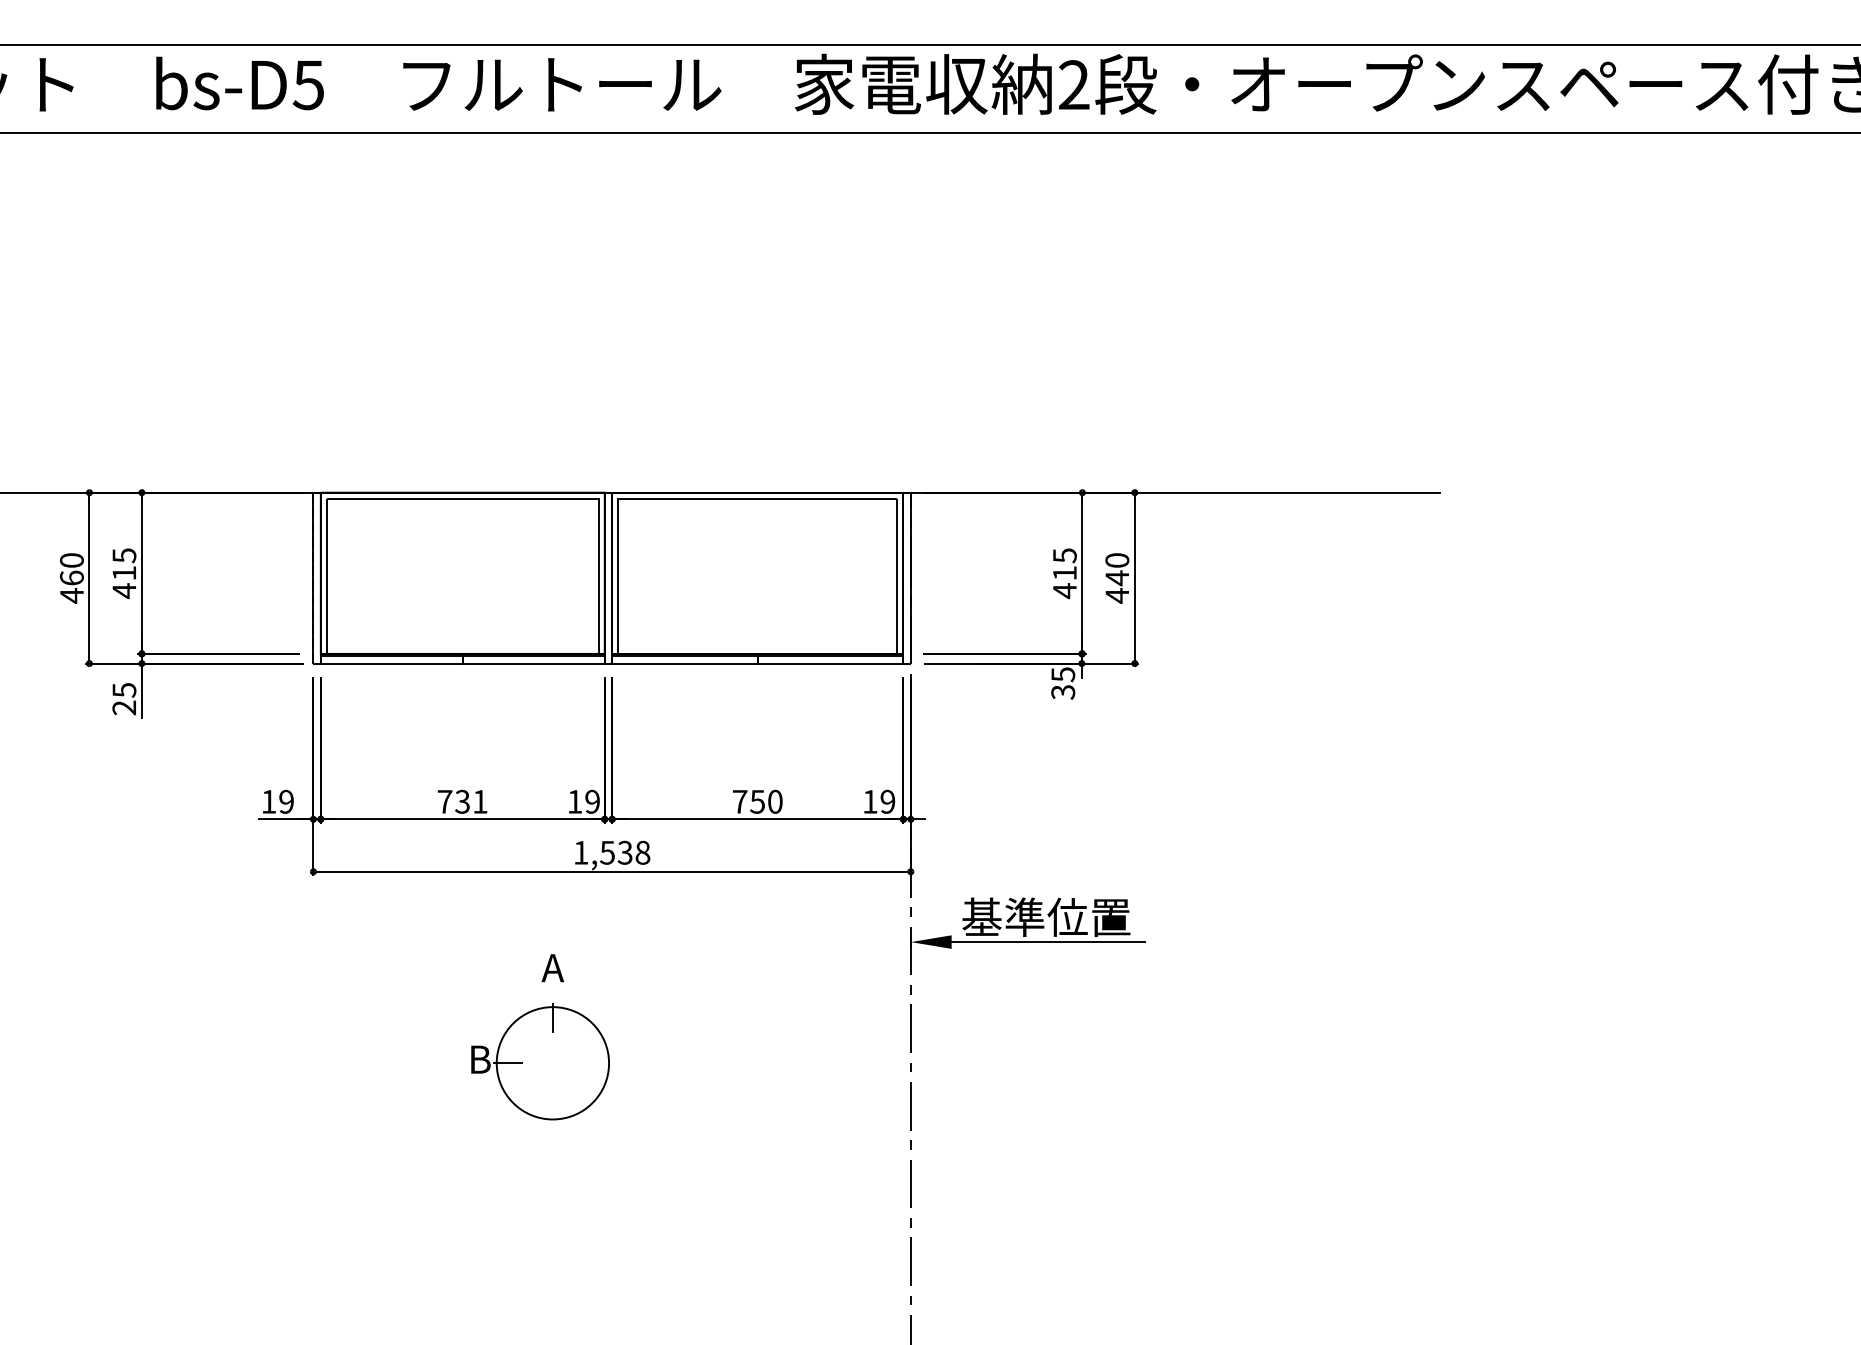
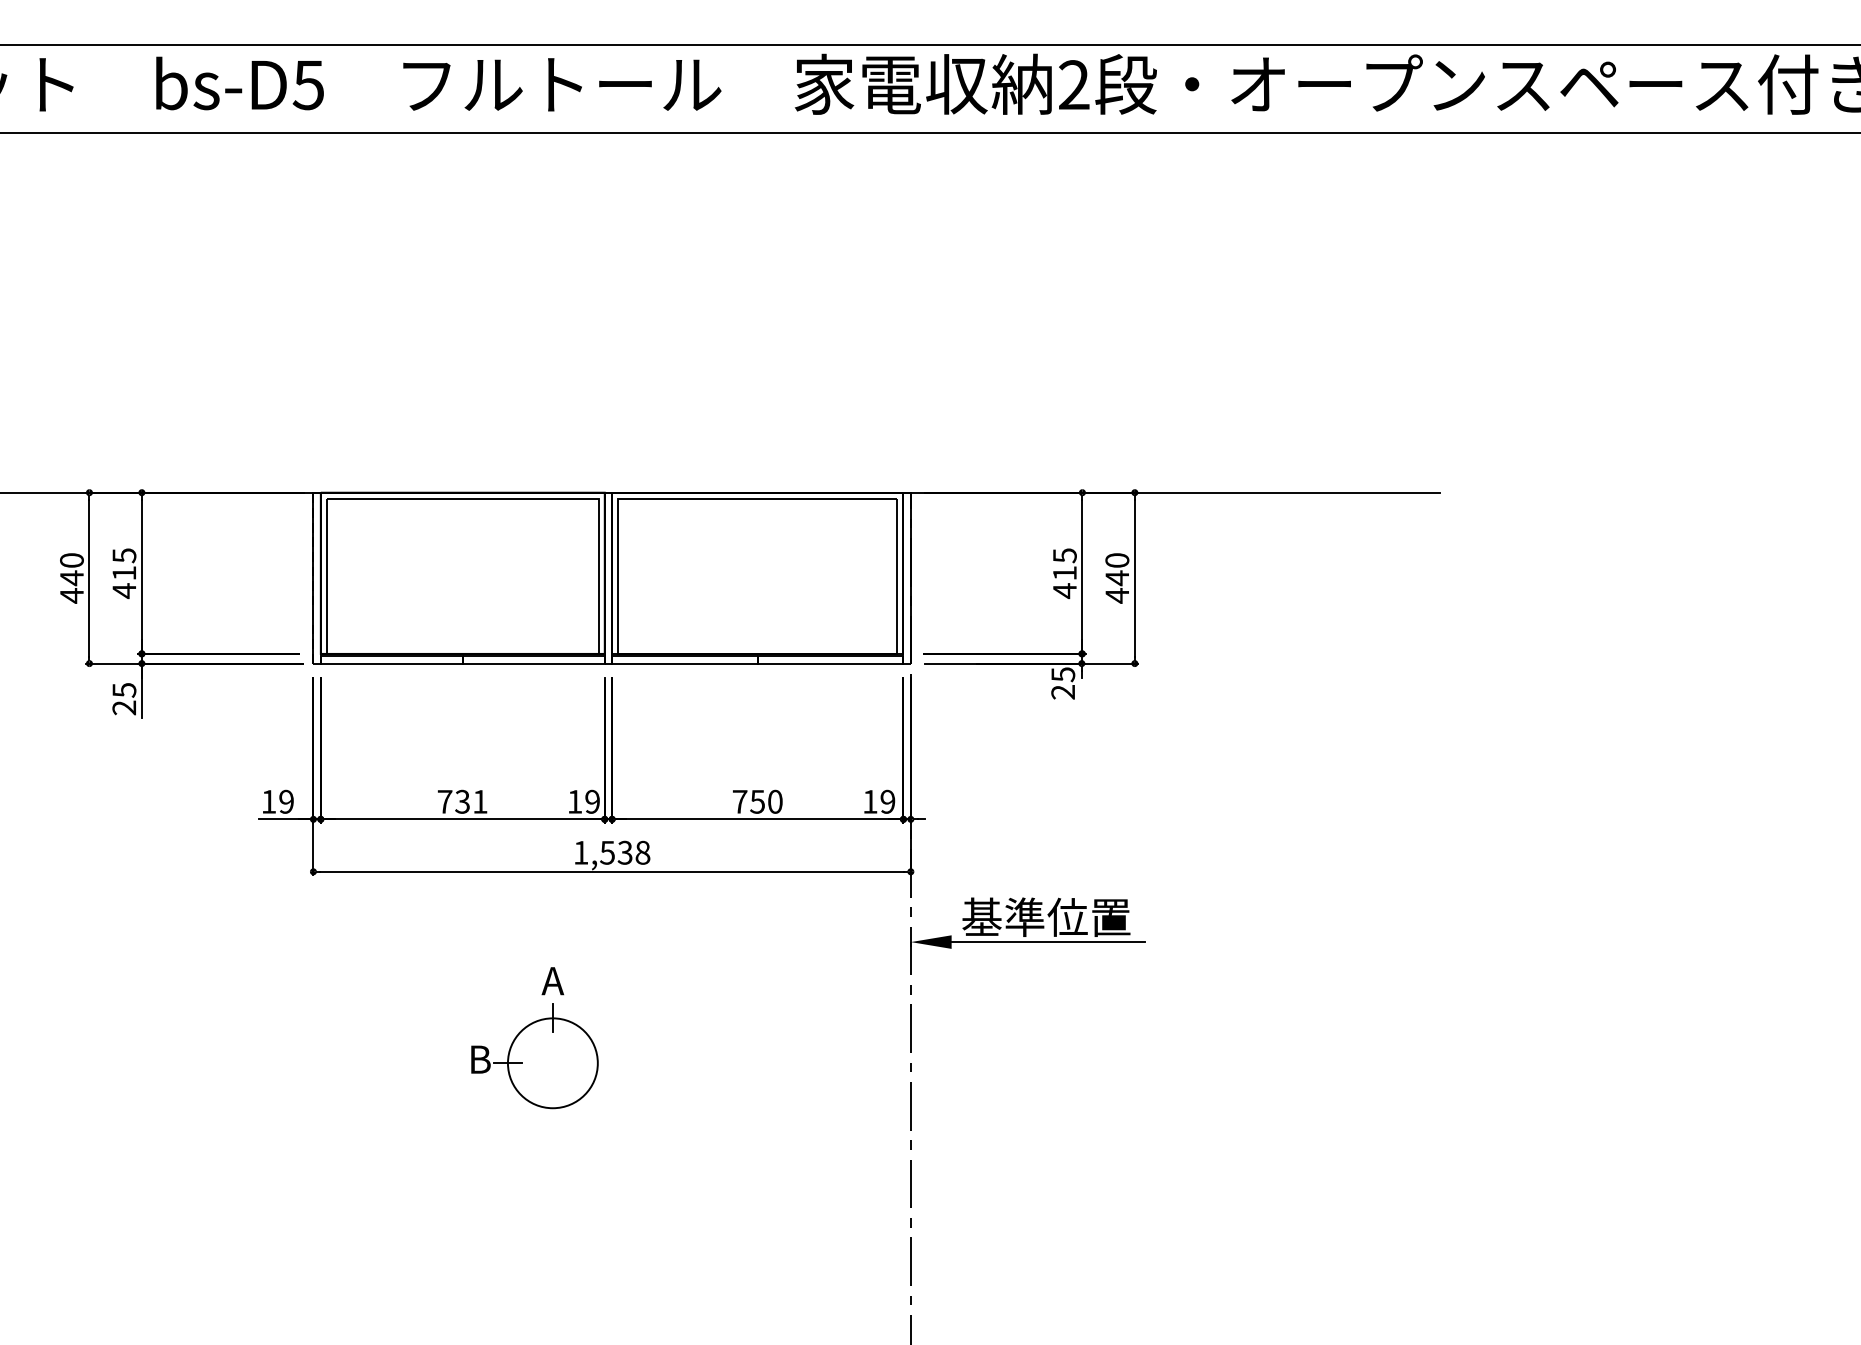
text at (71, 578): 460 -> 440
text at (1063, 692): 35 -> 25
text at (552, 968) position: (552, 968) -> (552, 981)
circle at (552, 1063) diameter: 112 px -> 90 px
